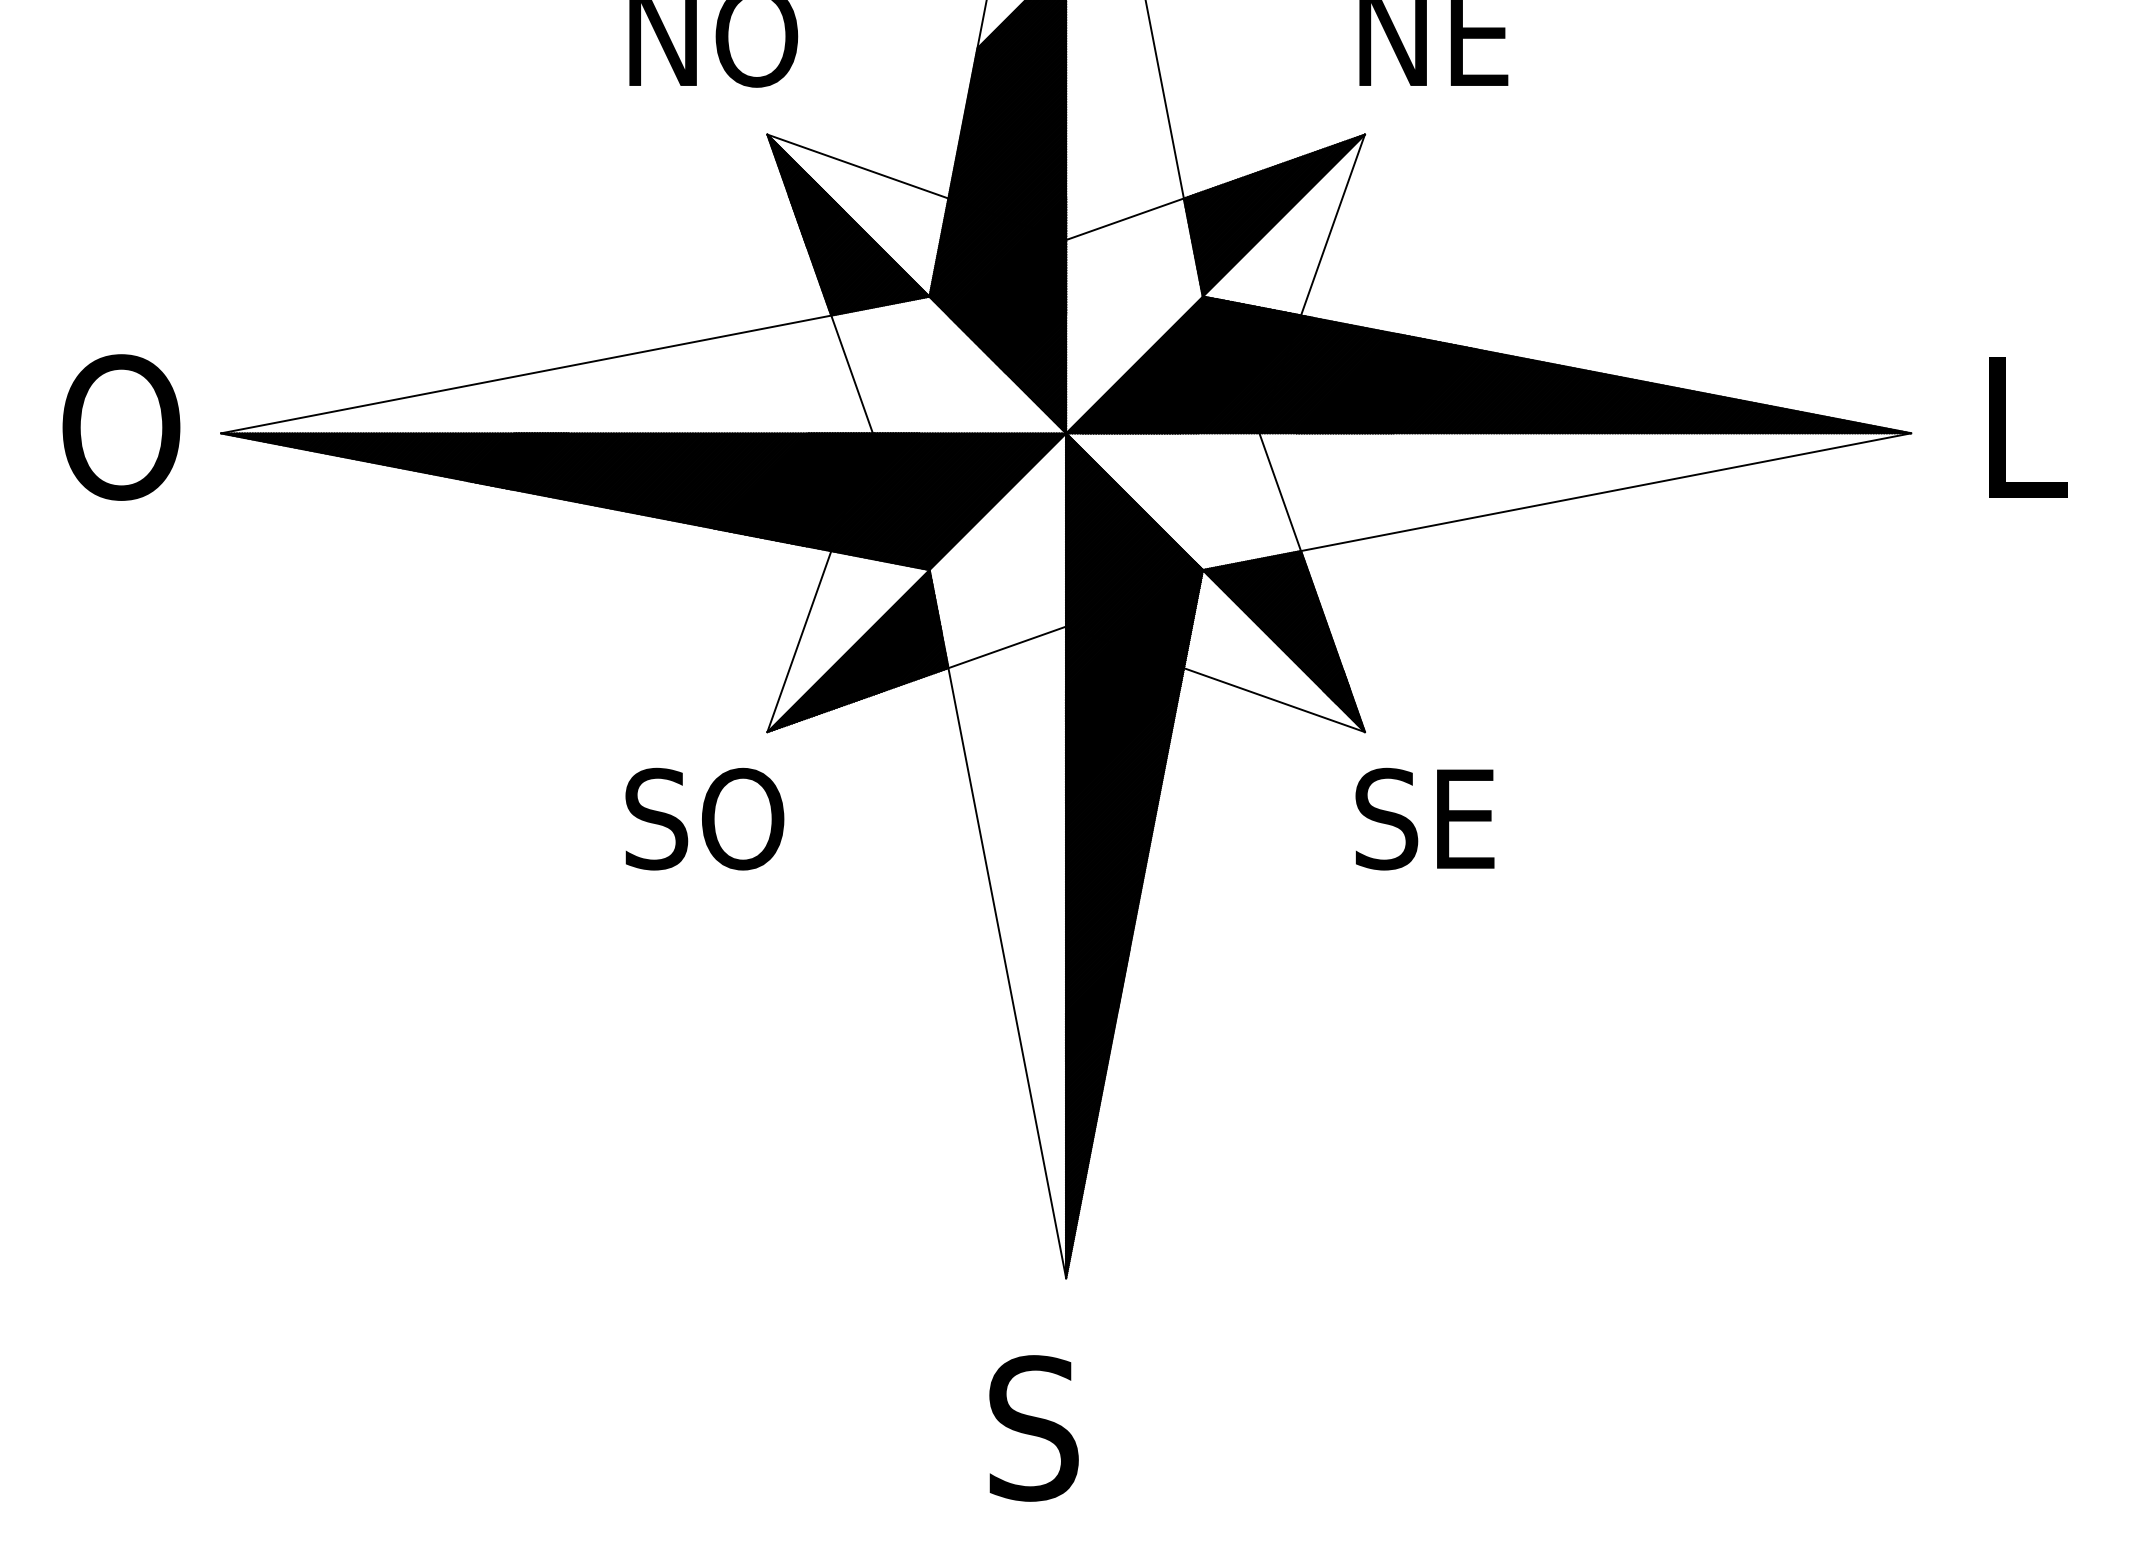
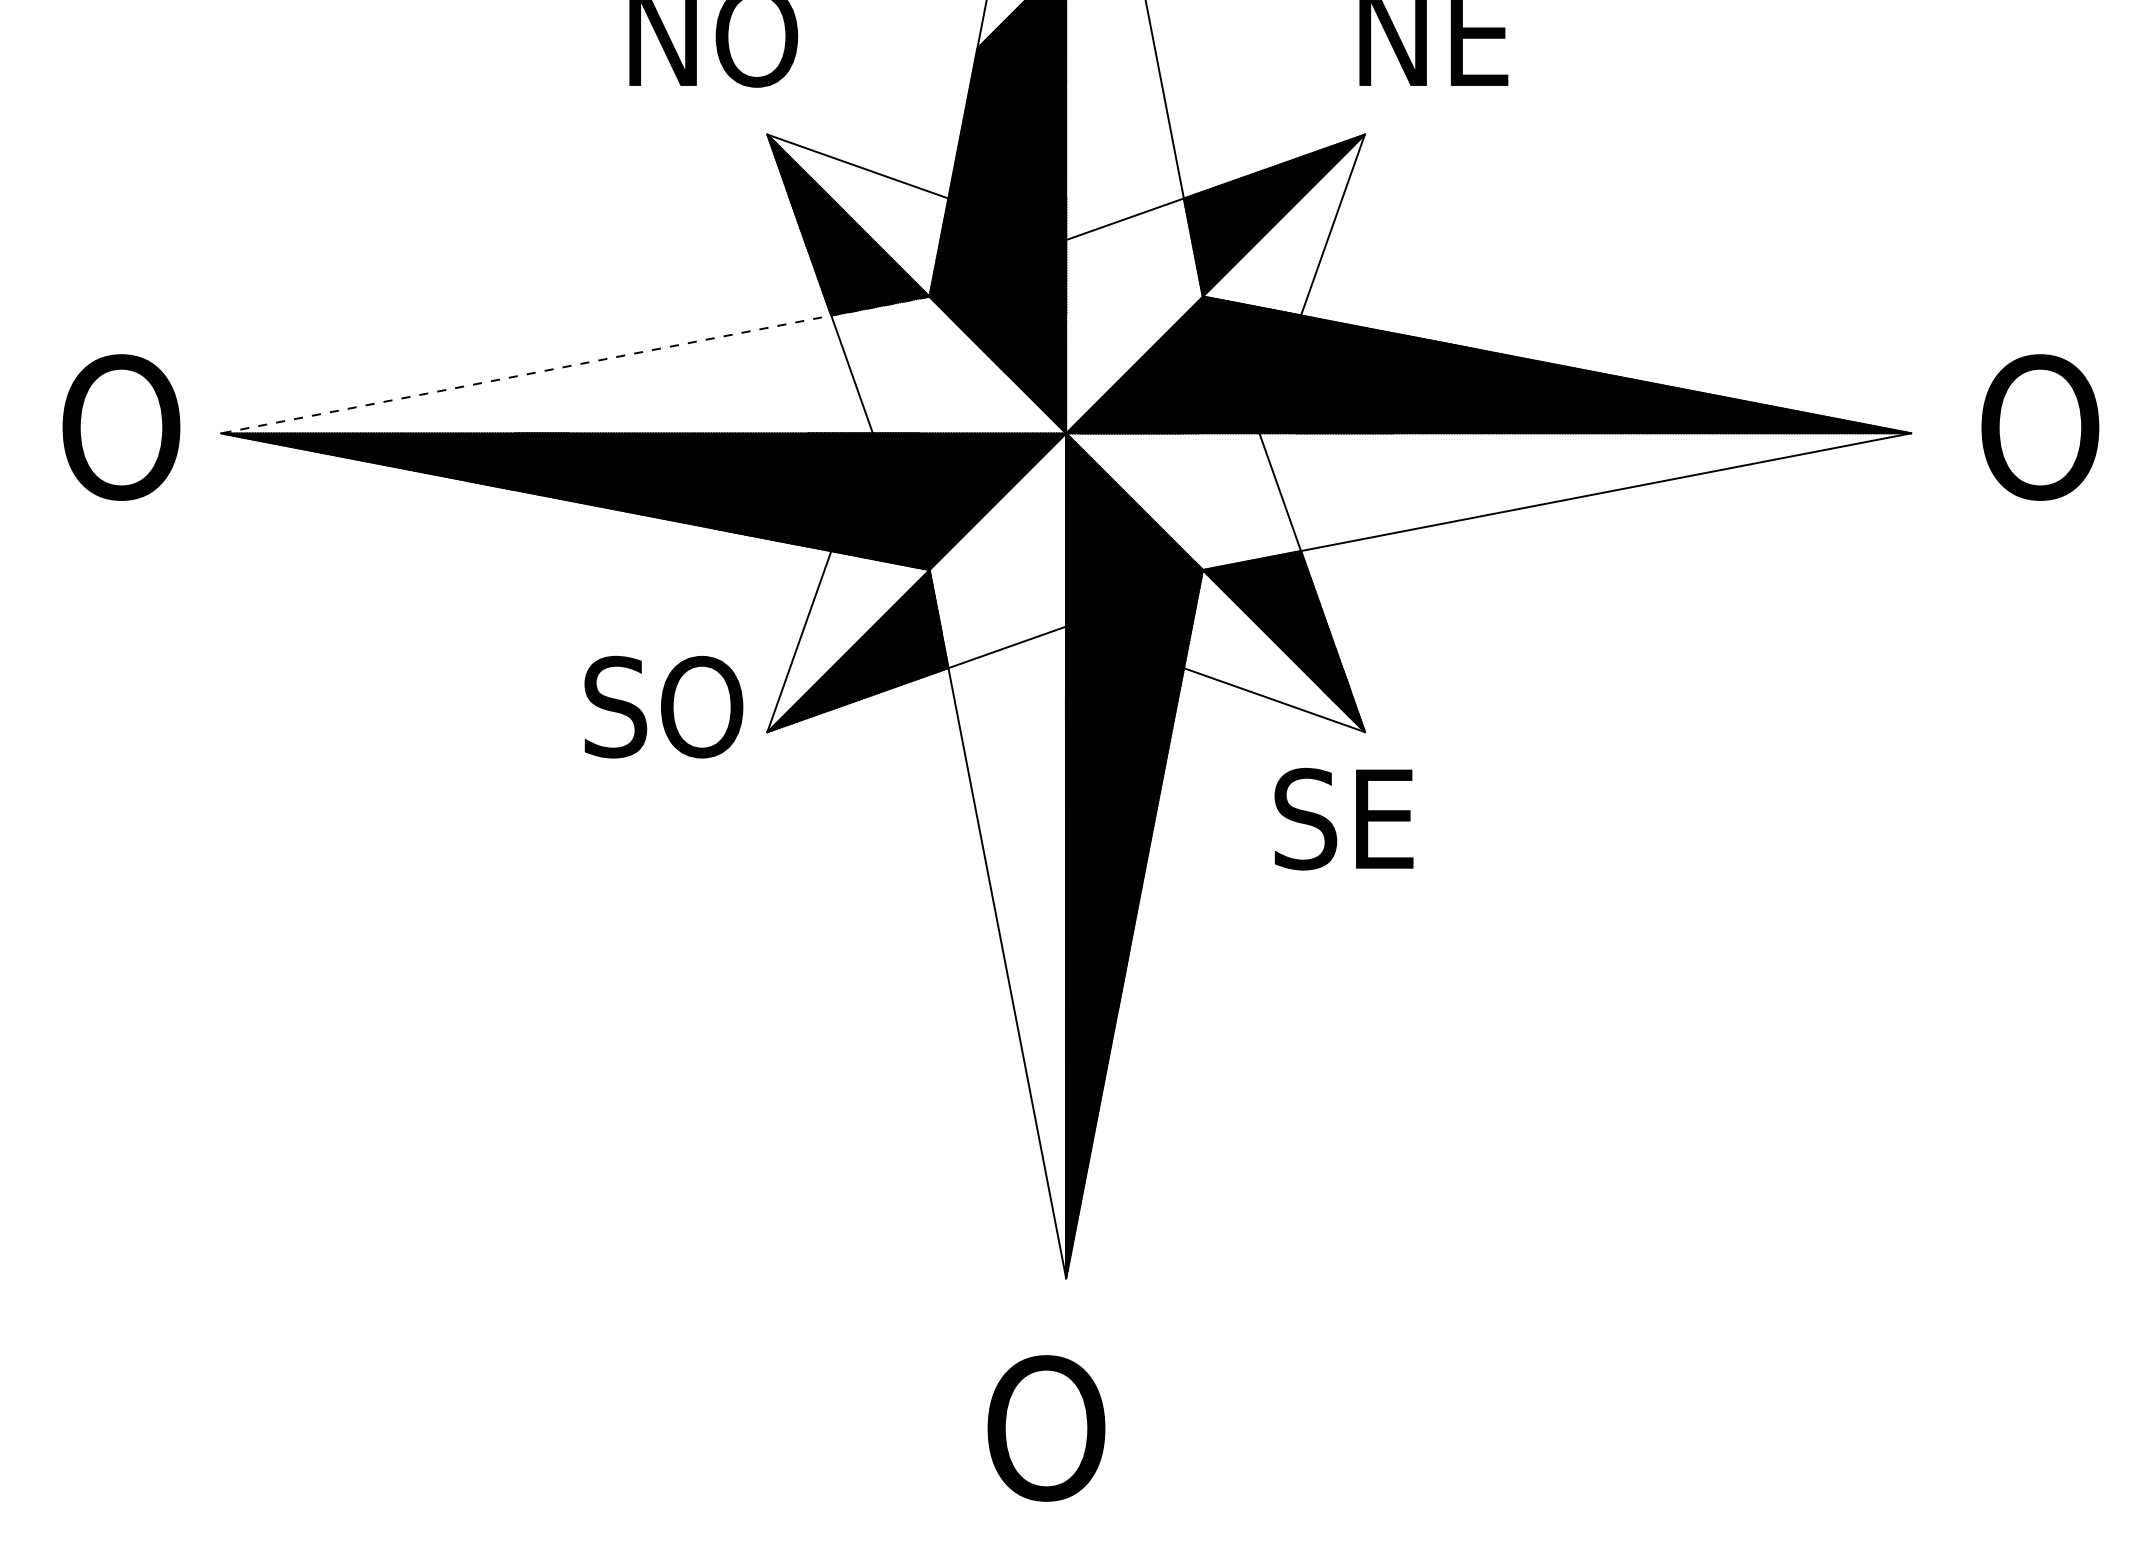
line at (575, 365): solid -> dashed
text at (2040, 427): L -> O
text at (704, 818) position: (704, 818) -> (663, 706)
text at (1424, 818) position: (1424, 818) -> (1343, 818)
text at (1046, 1428): S -> O
